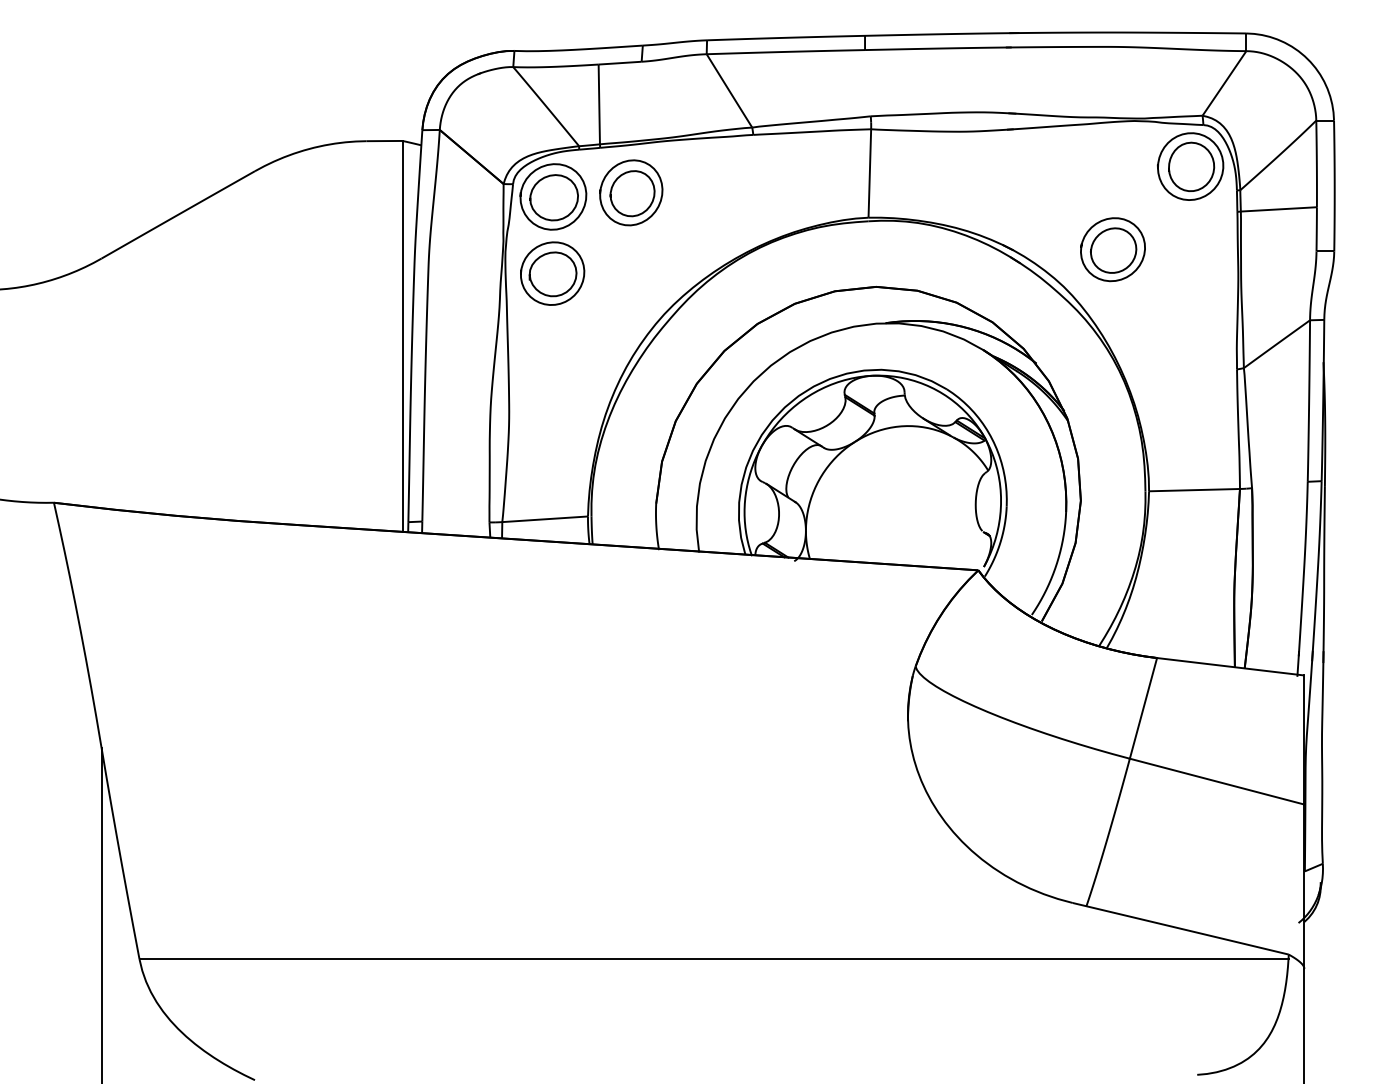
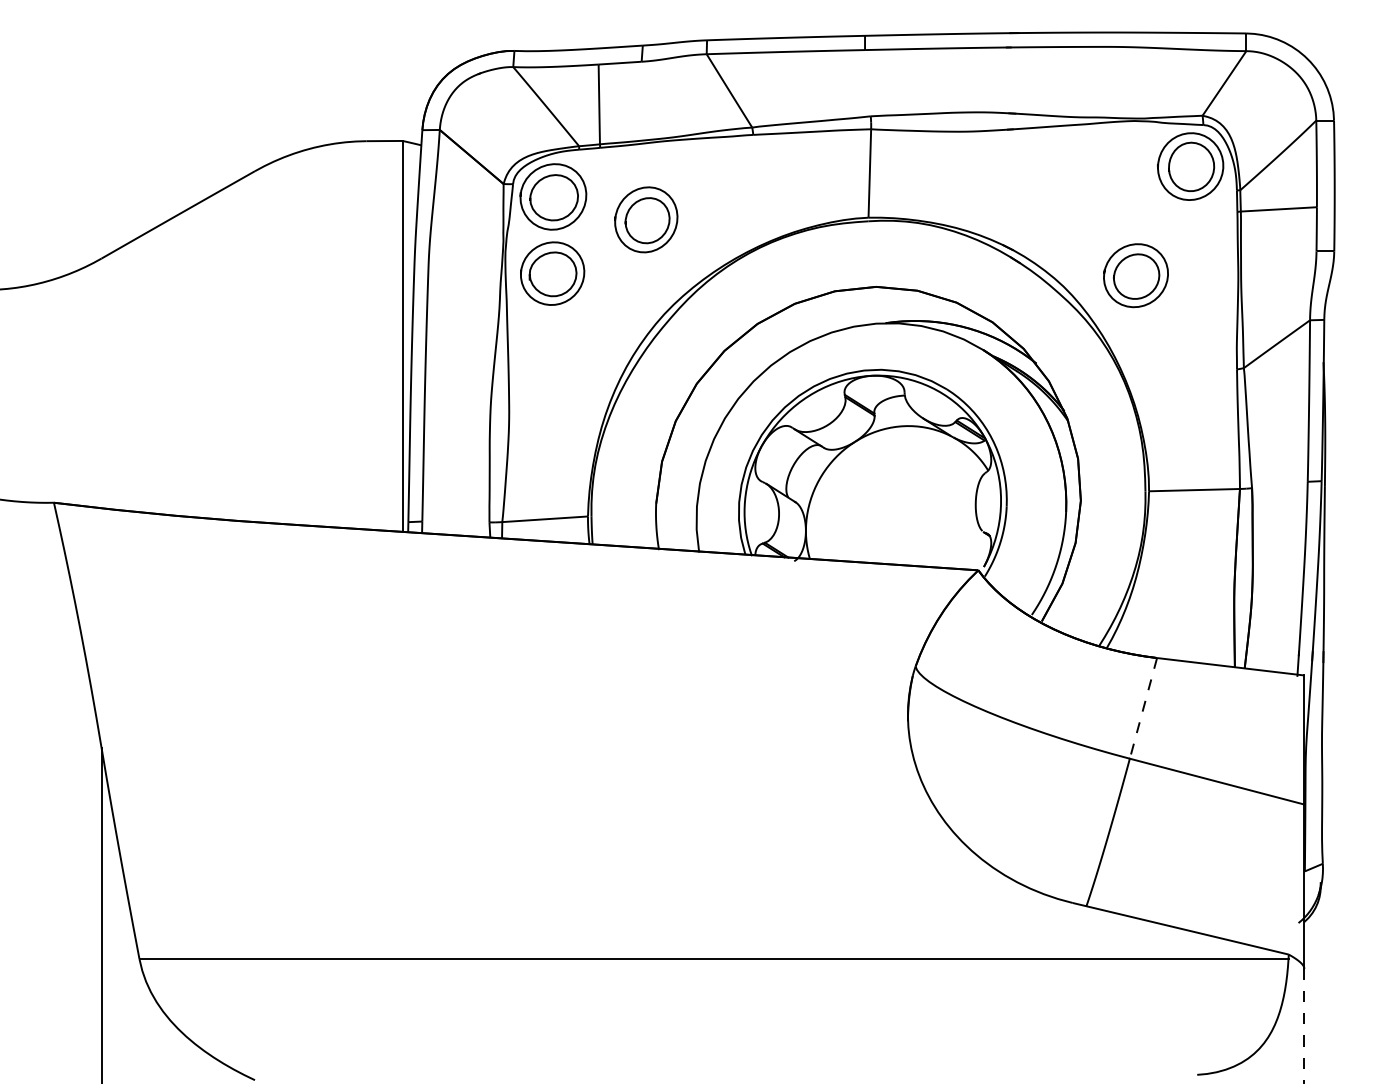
part at (631, 192) position: (631, 192) -> (646, 219)
part at (1112, 249) position: (1112, 249) -> (1135, 275)
line at (1143, 708): solid -> dashed
line at (1304, 1026): solid -> dashed
